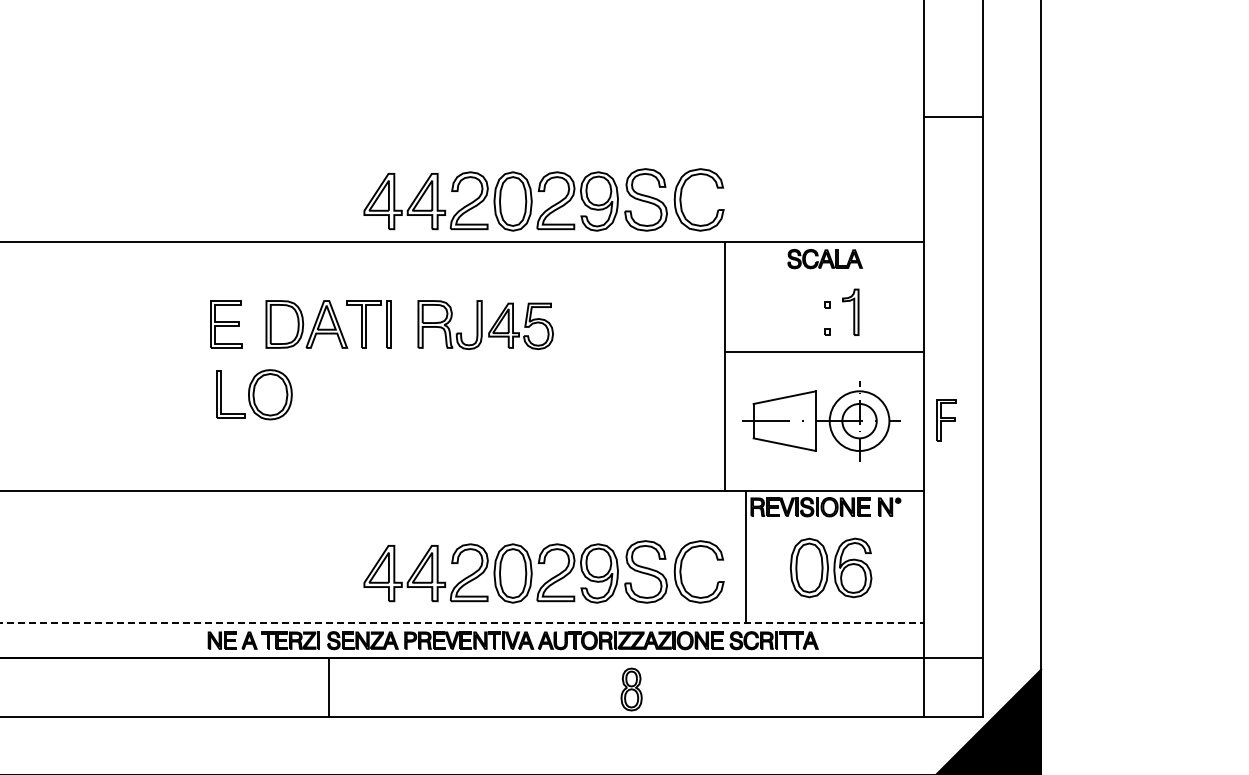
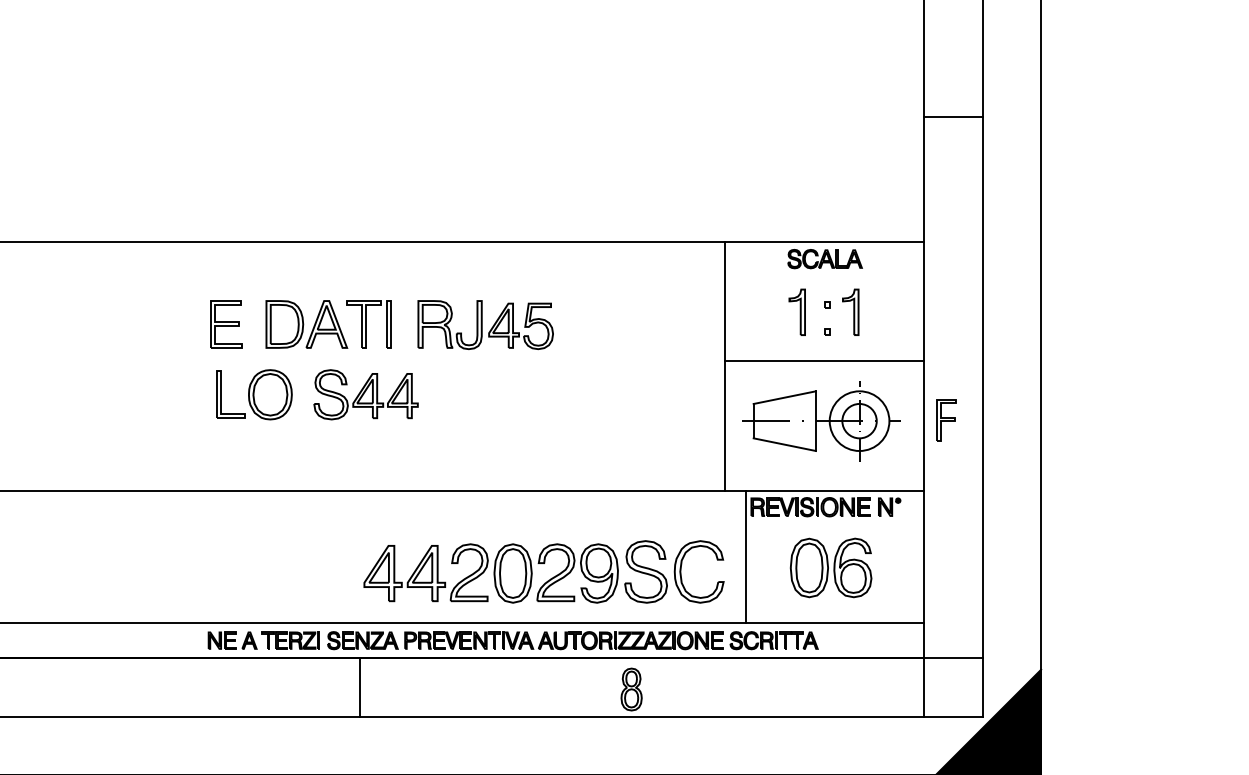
part at (543, 191): present -> none
part at (796, 311): none -> present
line at (824, 351) position: (824, 351) -> (824, 360)
part at (365, 394): none -> present
line at (462, 622): dashed -> solid
line at (329, 687) position: (329, 687) -> (360, 687)
